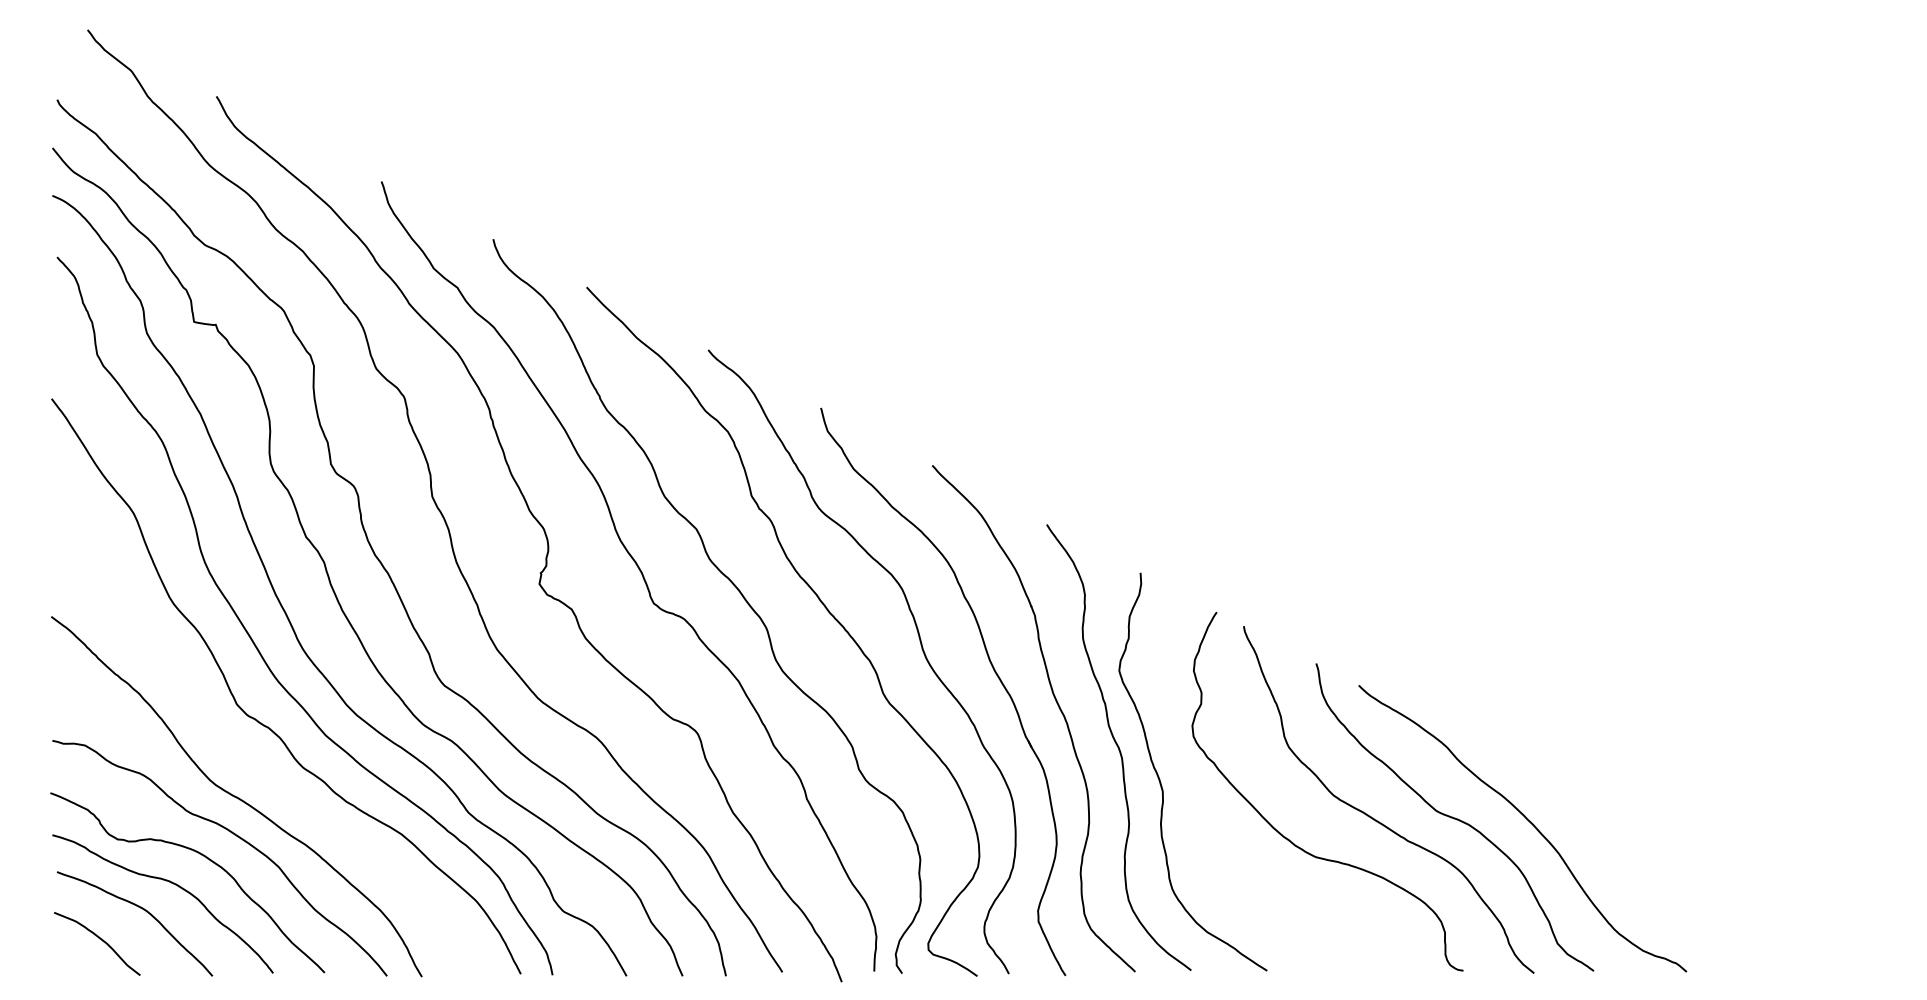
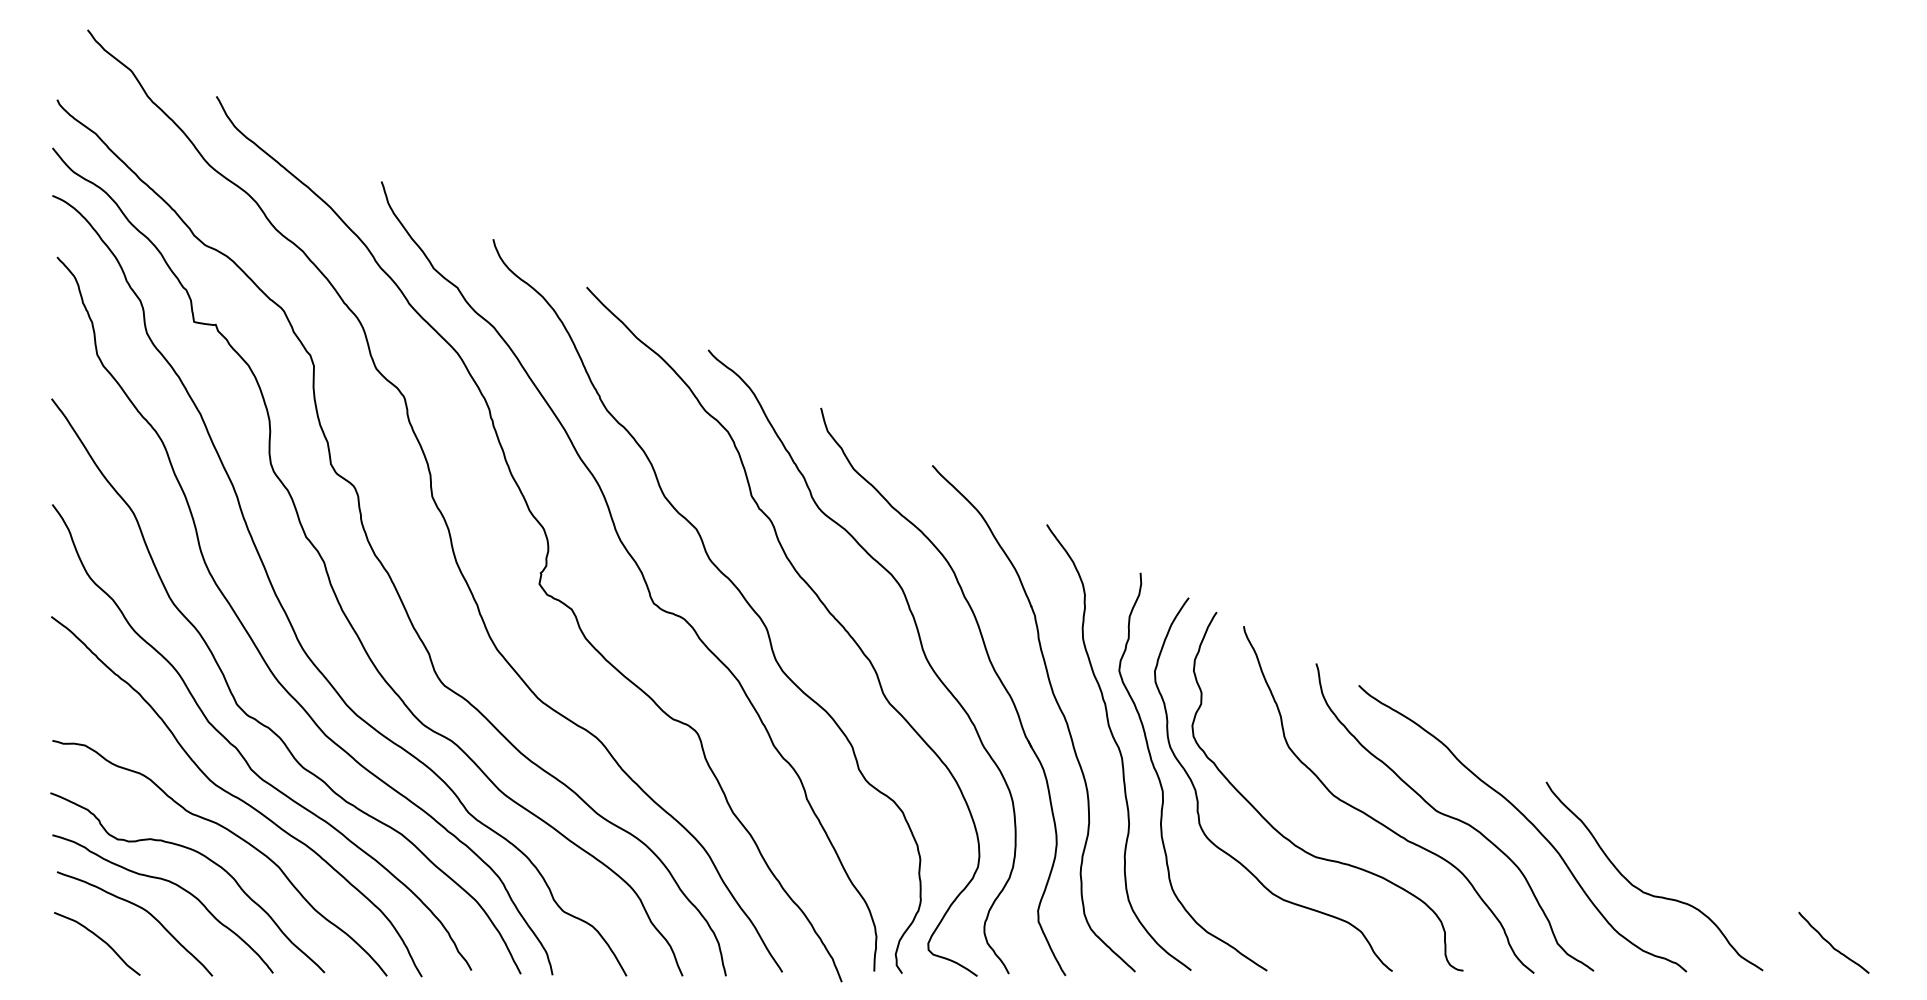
curve at (242, 754): none -> present
curve at (1198, 799): none -> present
curve at (1647, 892): none -> present
curve at (1831, 944): none -> present
